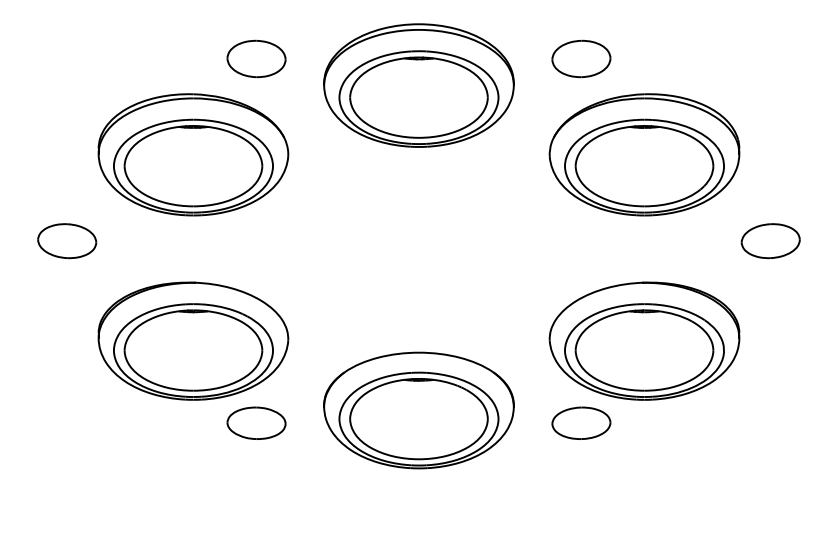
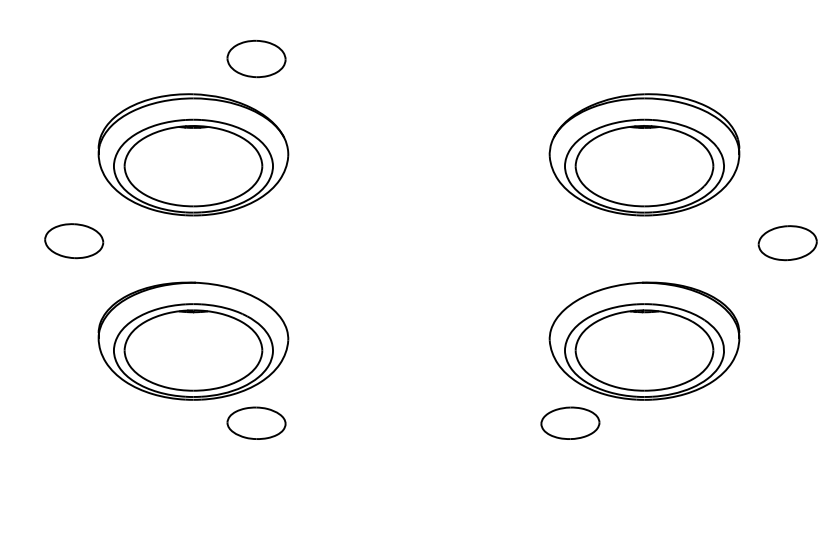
part at (581, 58): present -> none
part at (418, 85): present -> none
part at (67, 241) position: (67, 241) -> (74, 241)
part at (770, 241) position: (770, 241) -> (787, 243)
part at (418, 410): present -> none
part at (581, 422) position: (581, 422) -> (570, 422)
